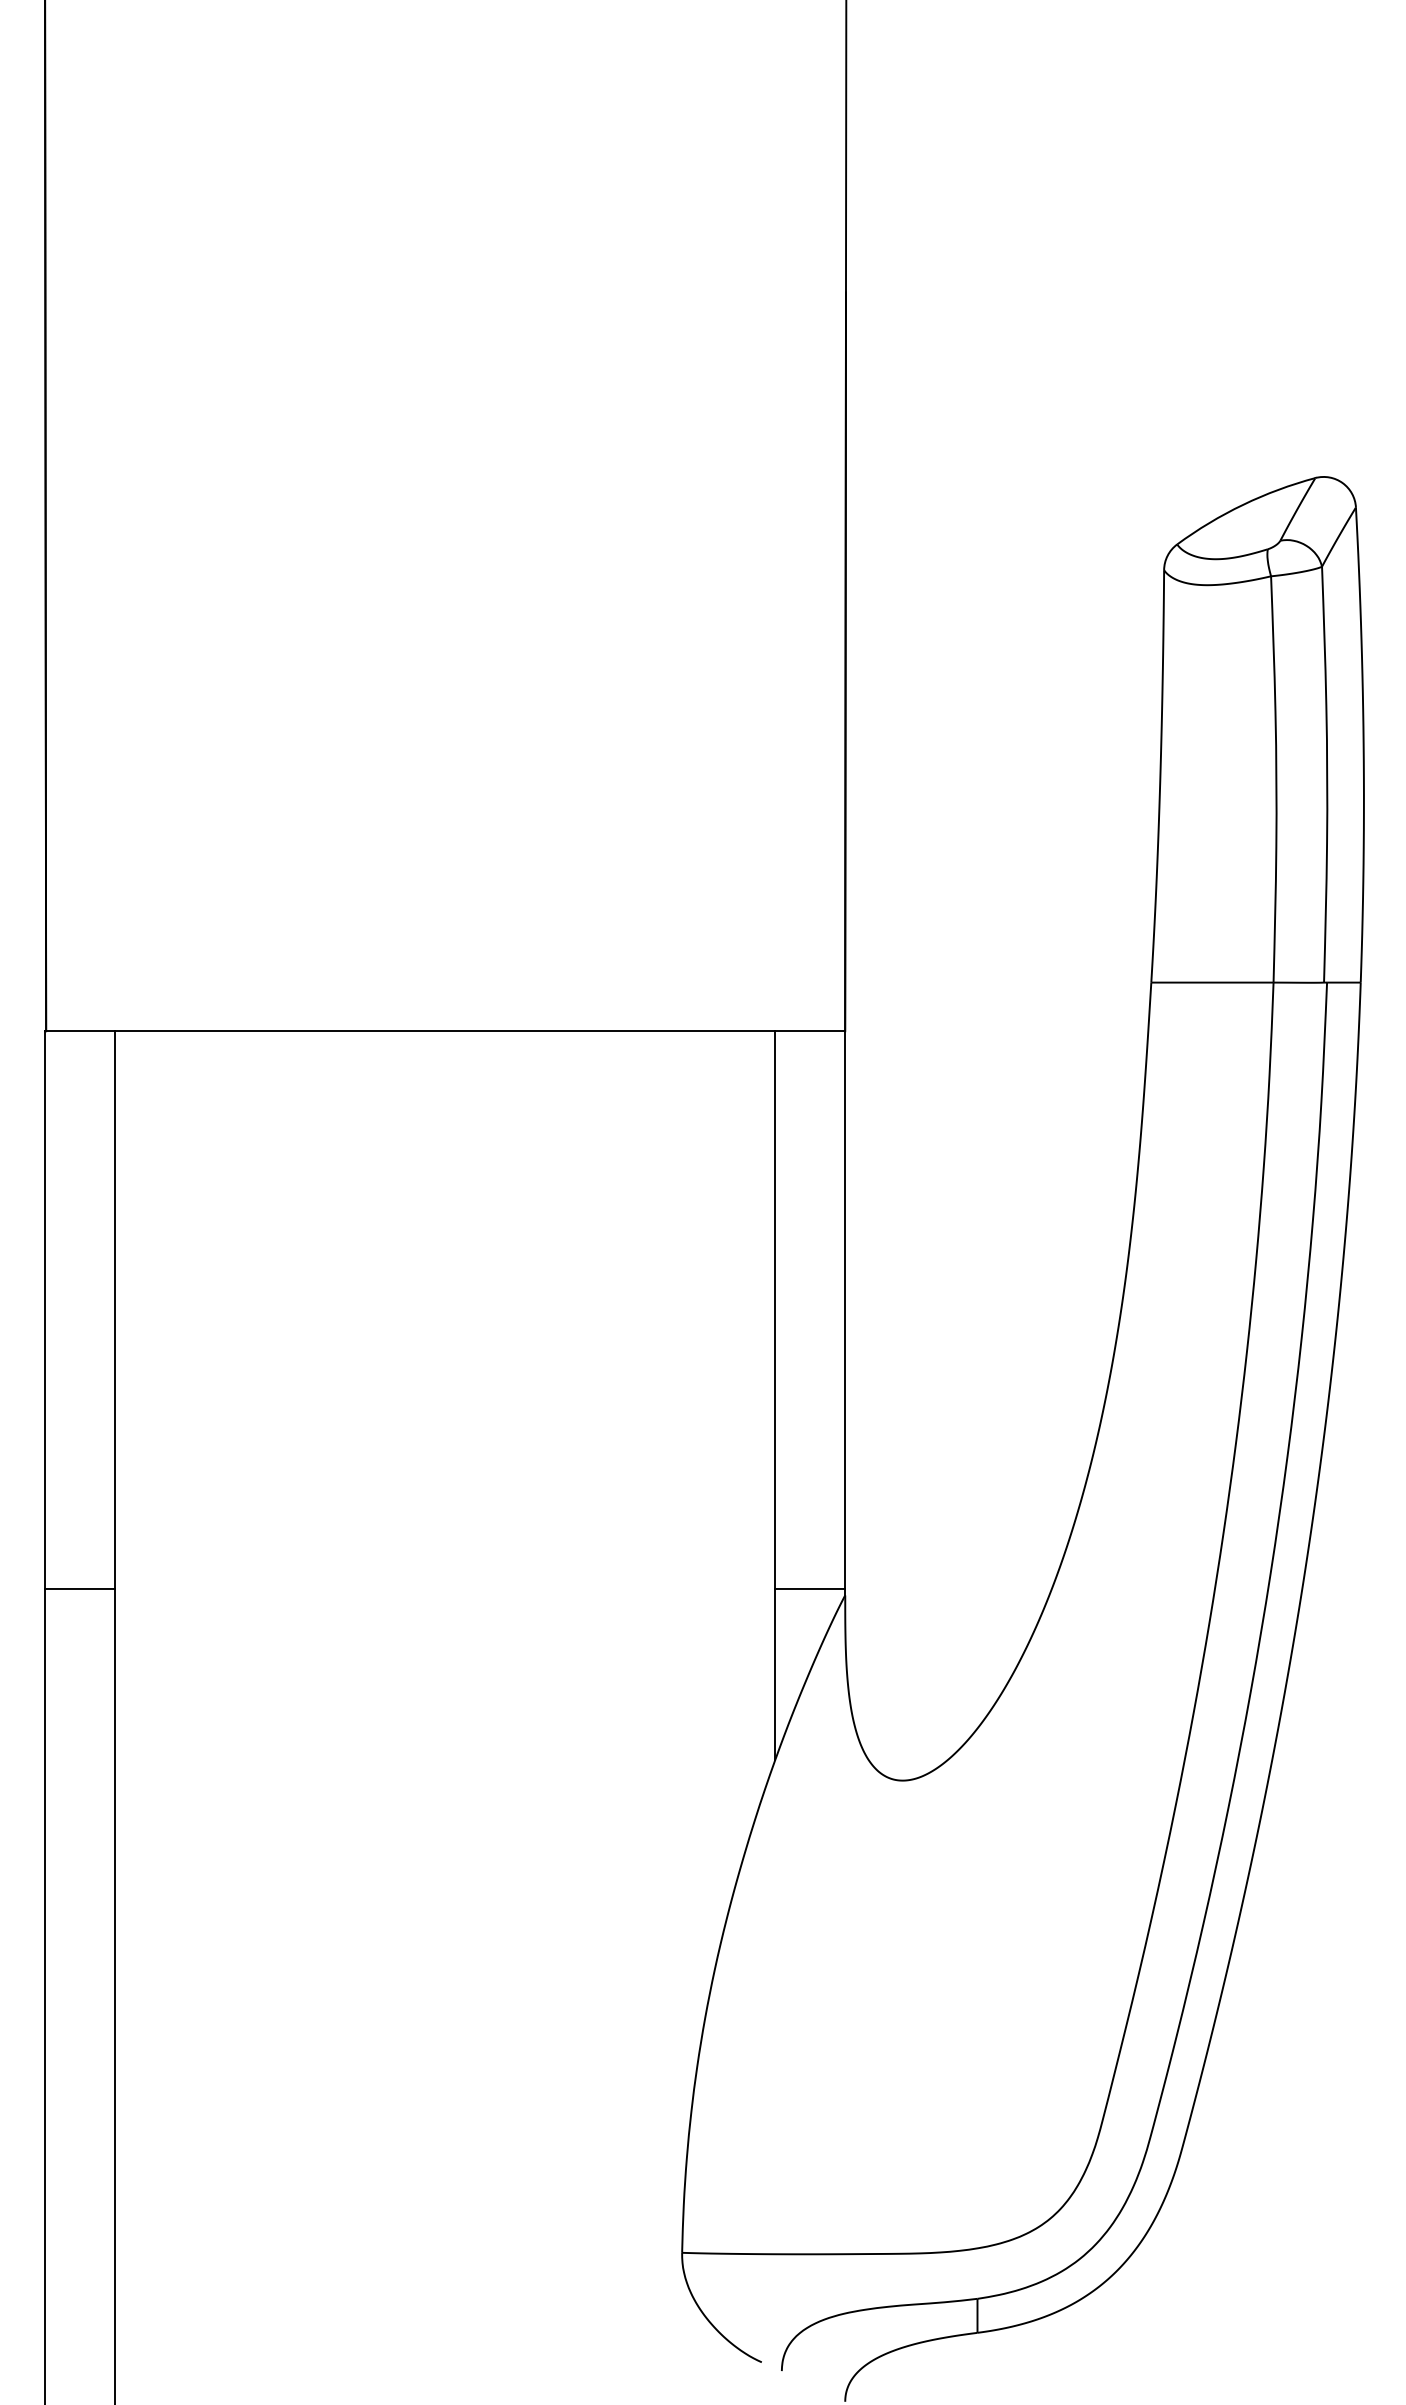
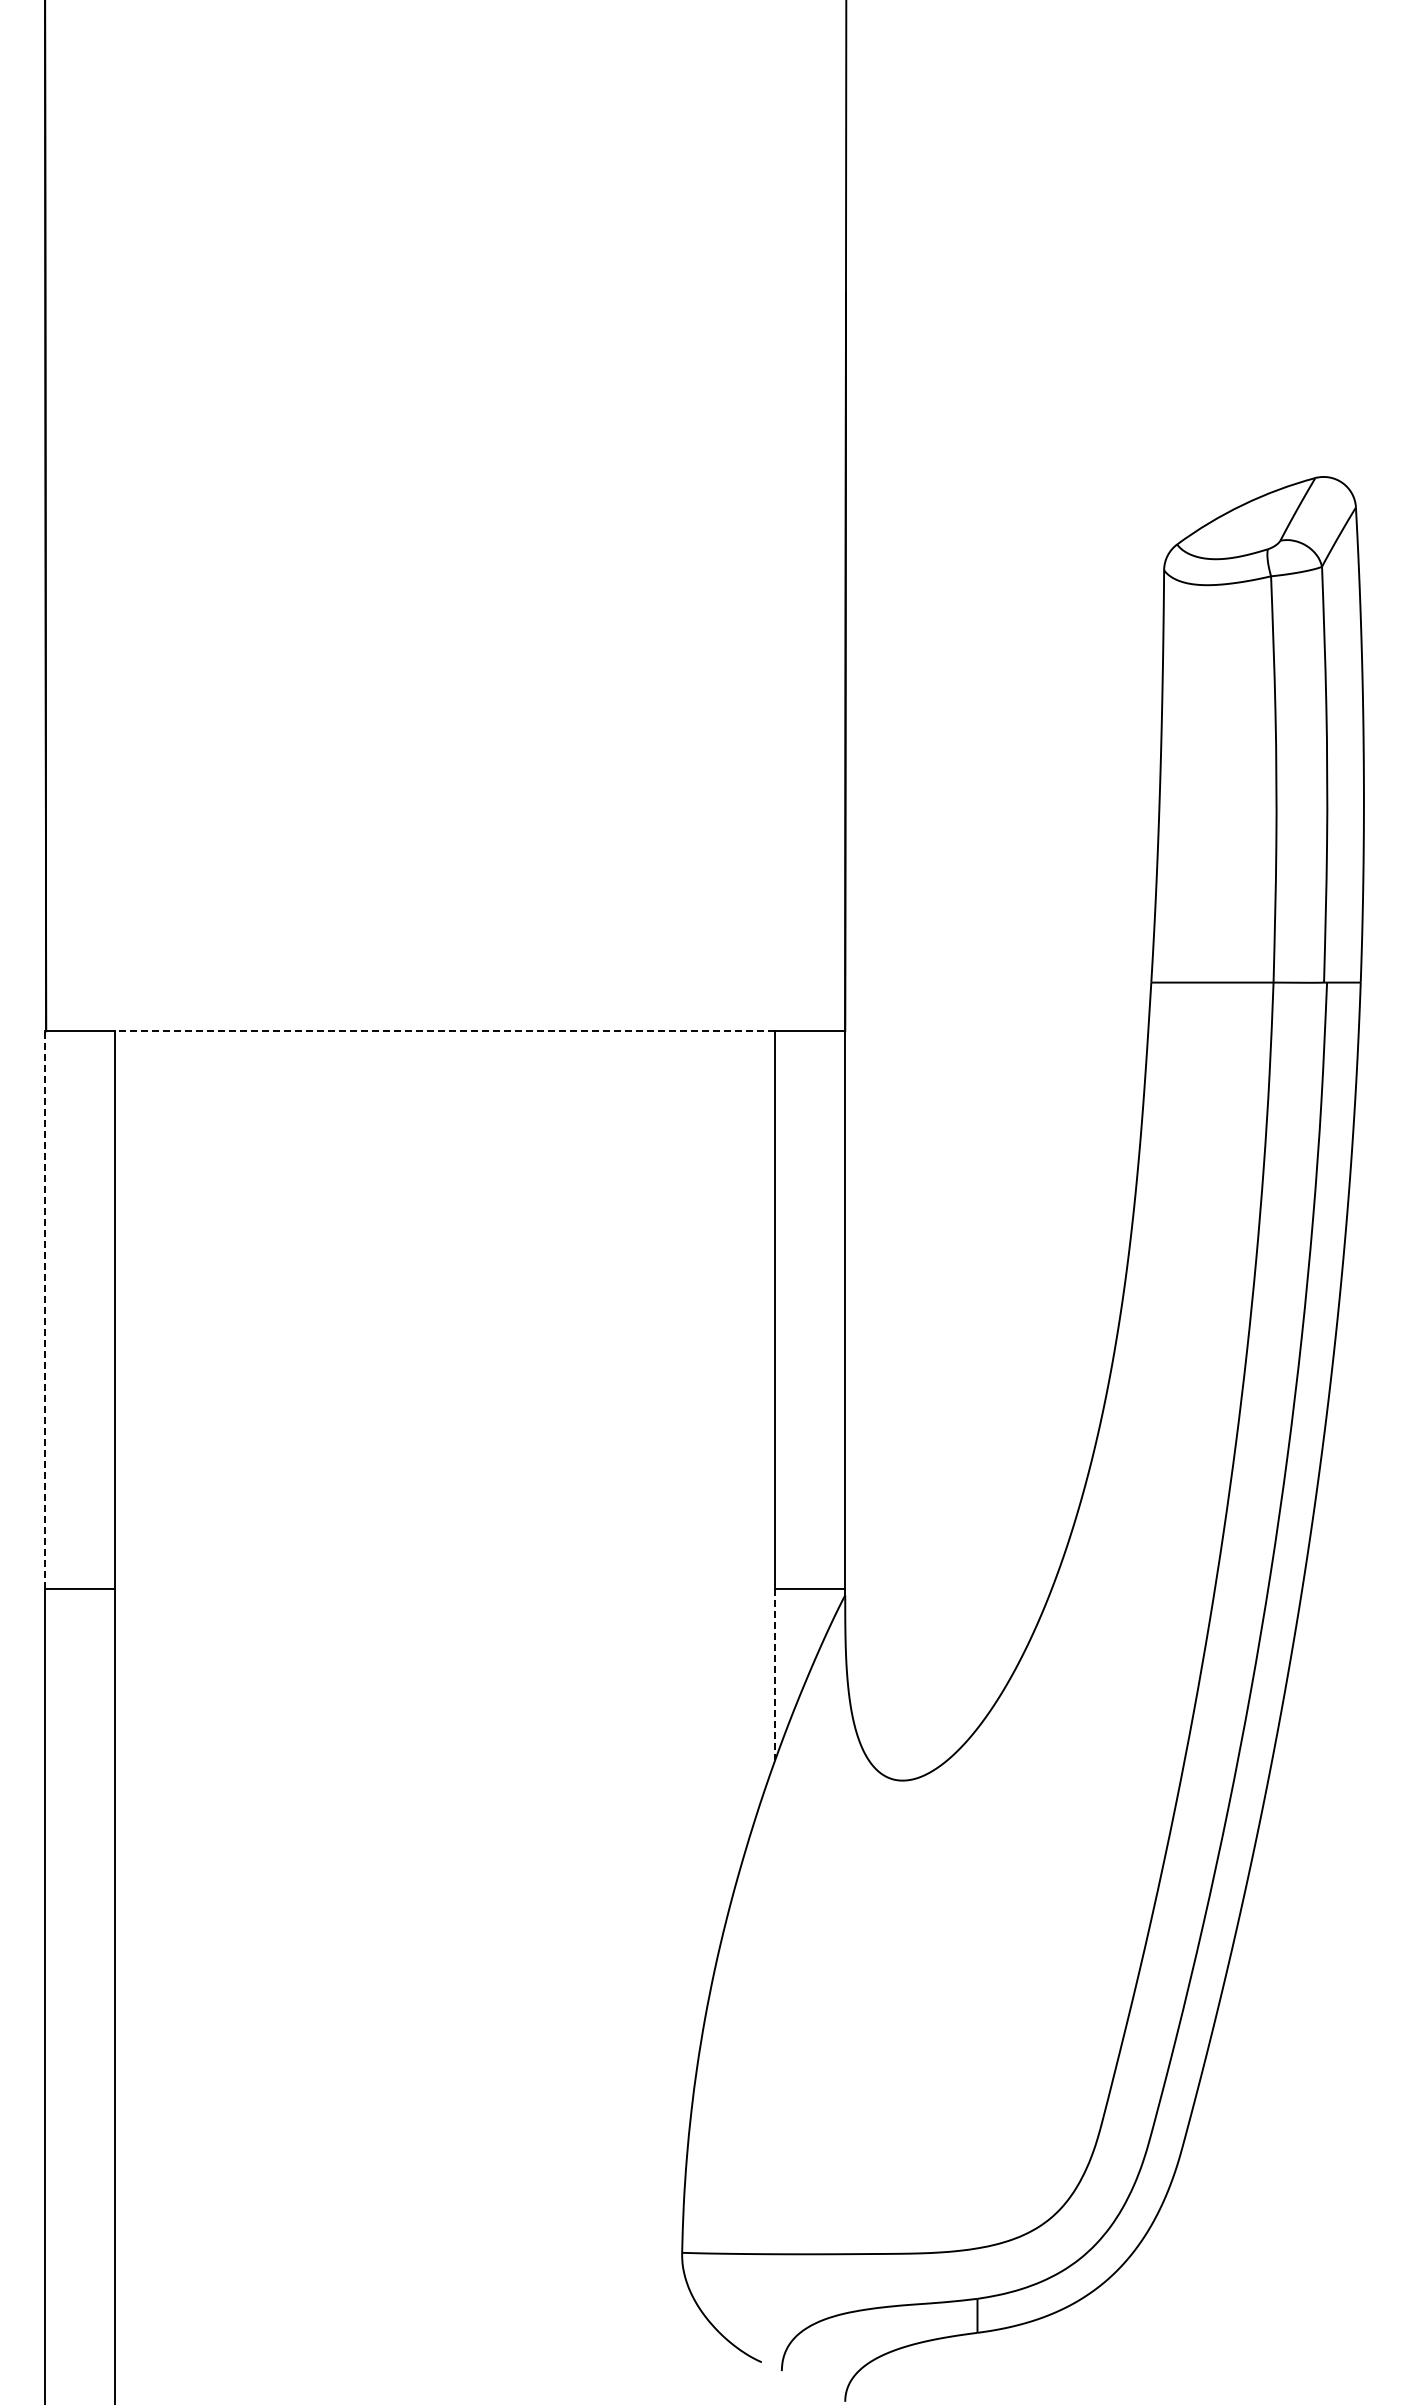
line at (444, 1030): solid -> dashed
line at (45, 1309): solid -> dashed
line at (775, 1674): solid -> dashed
